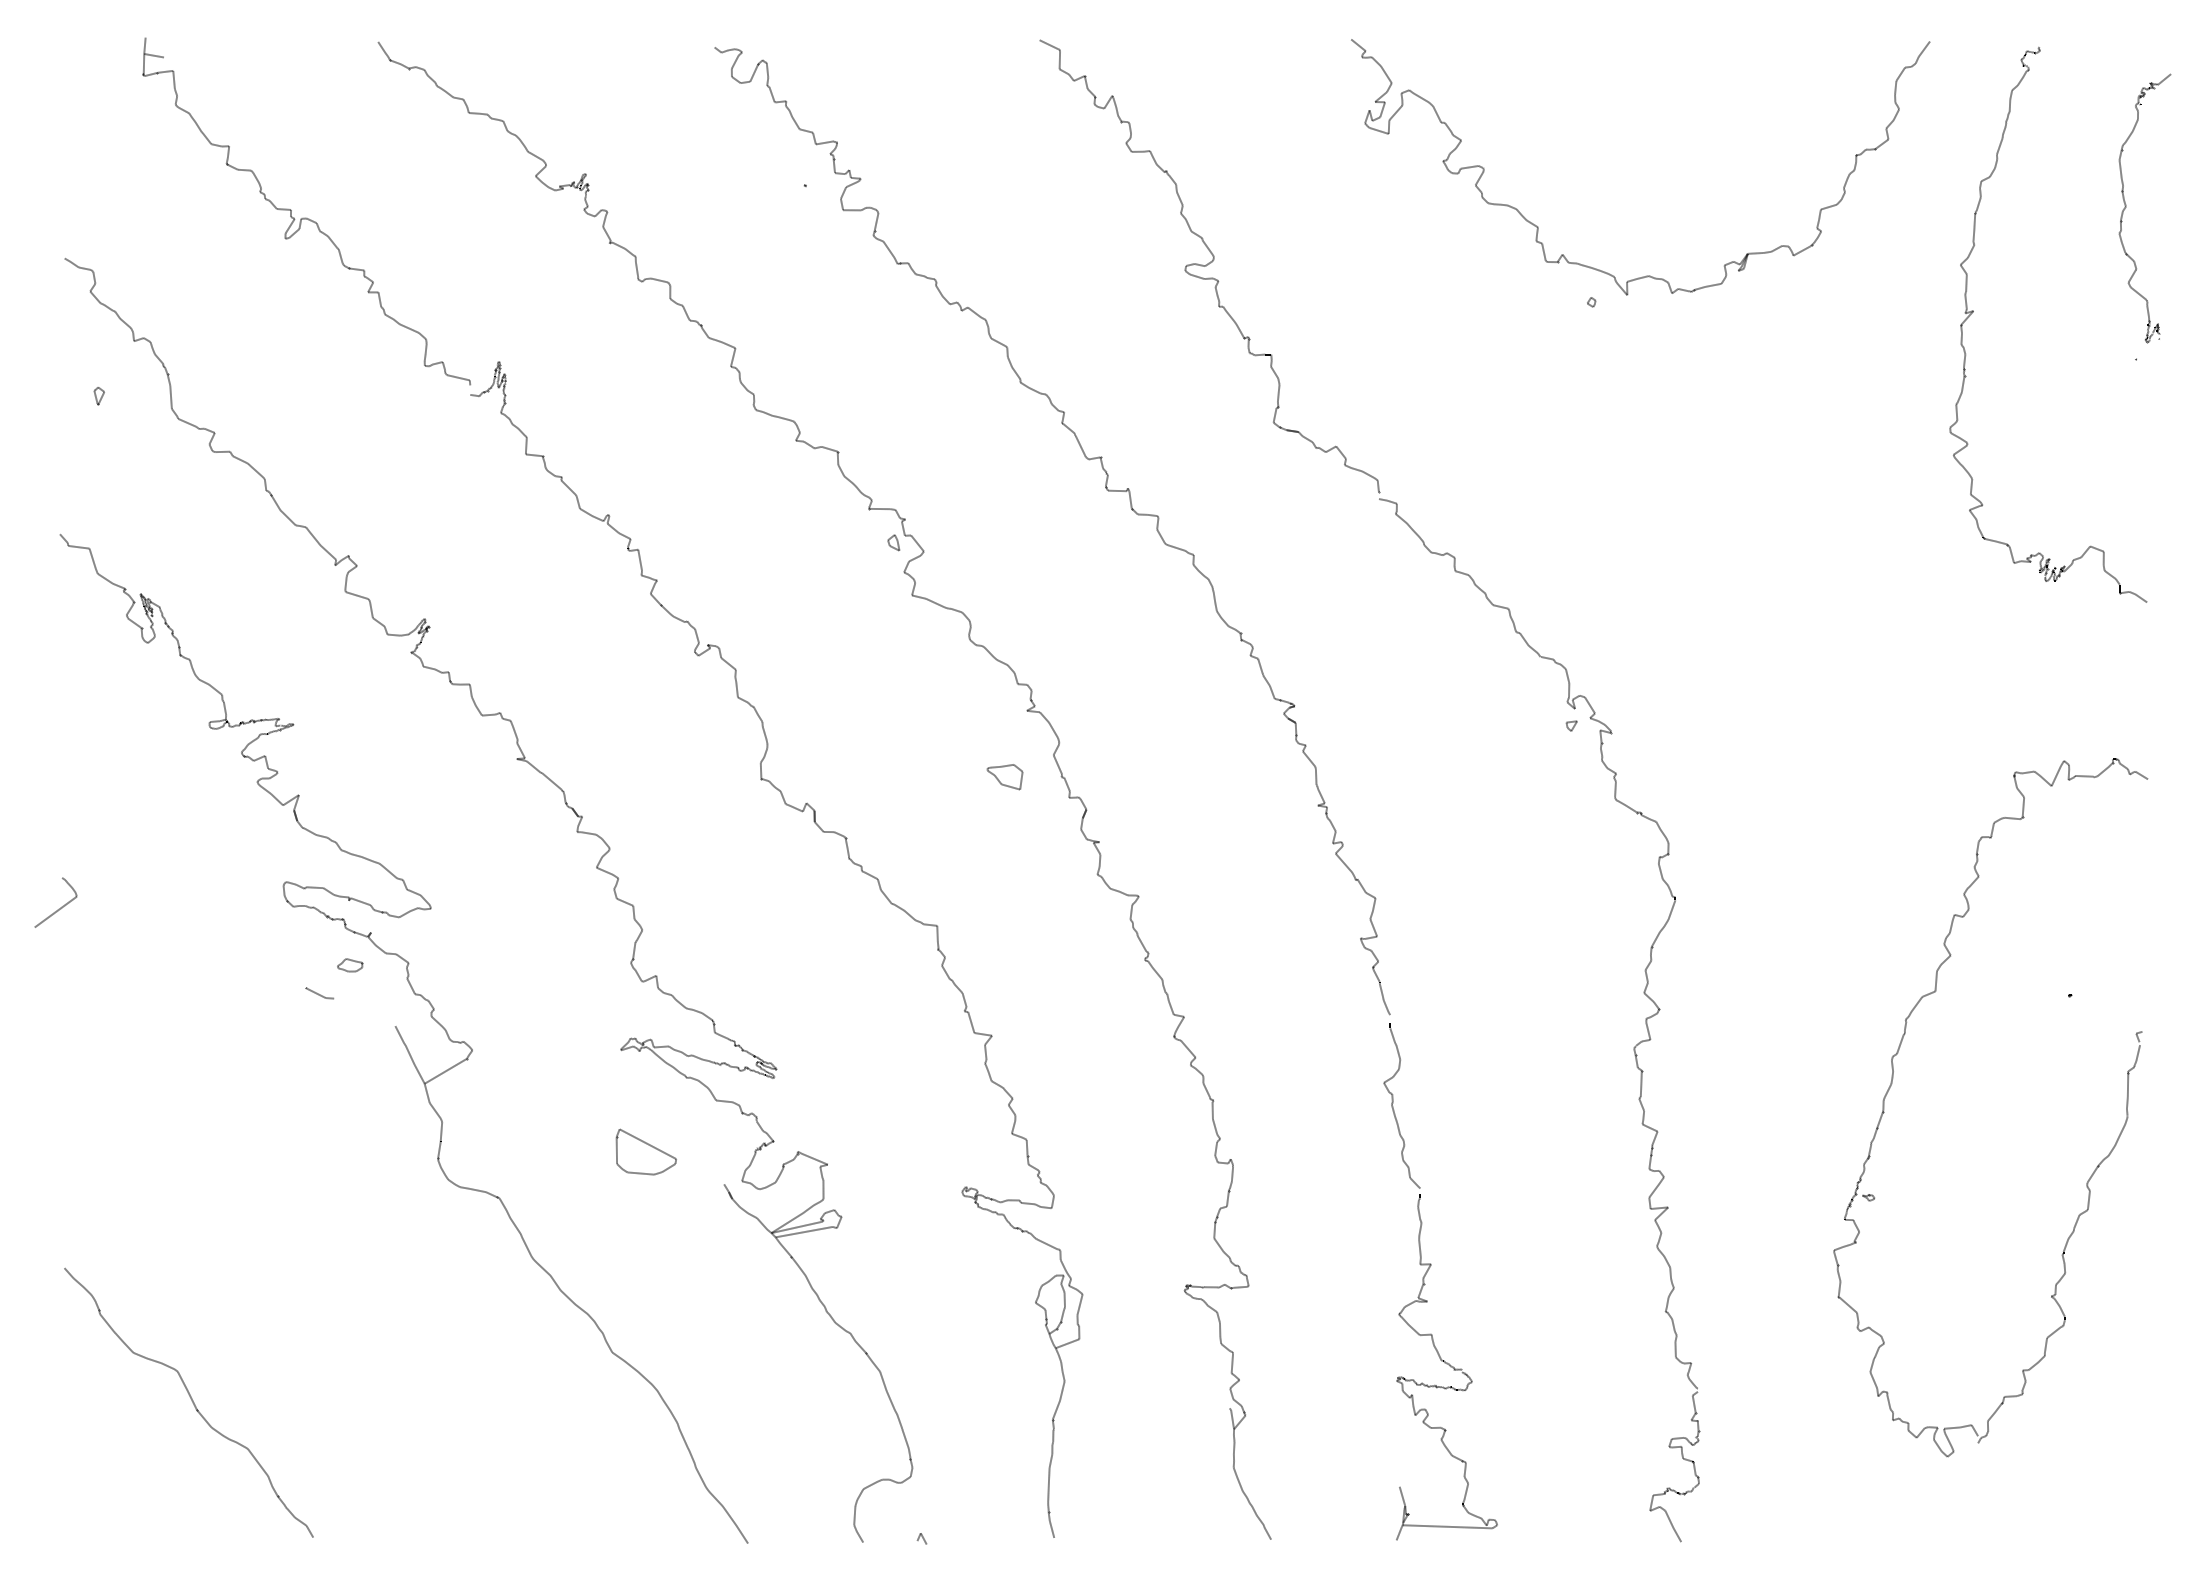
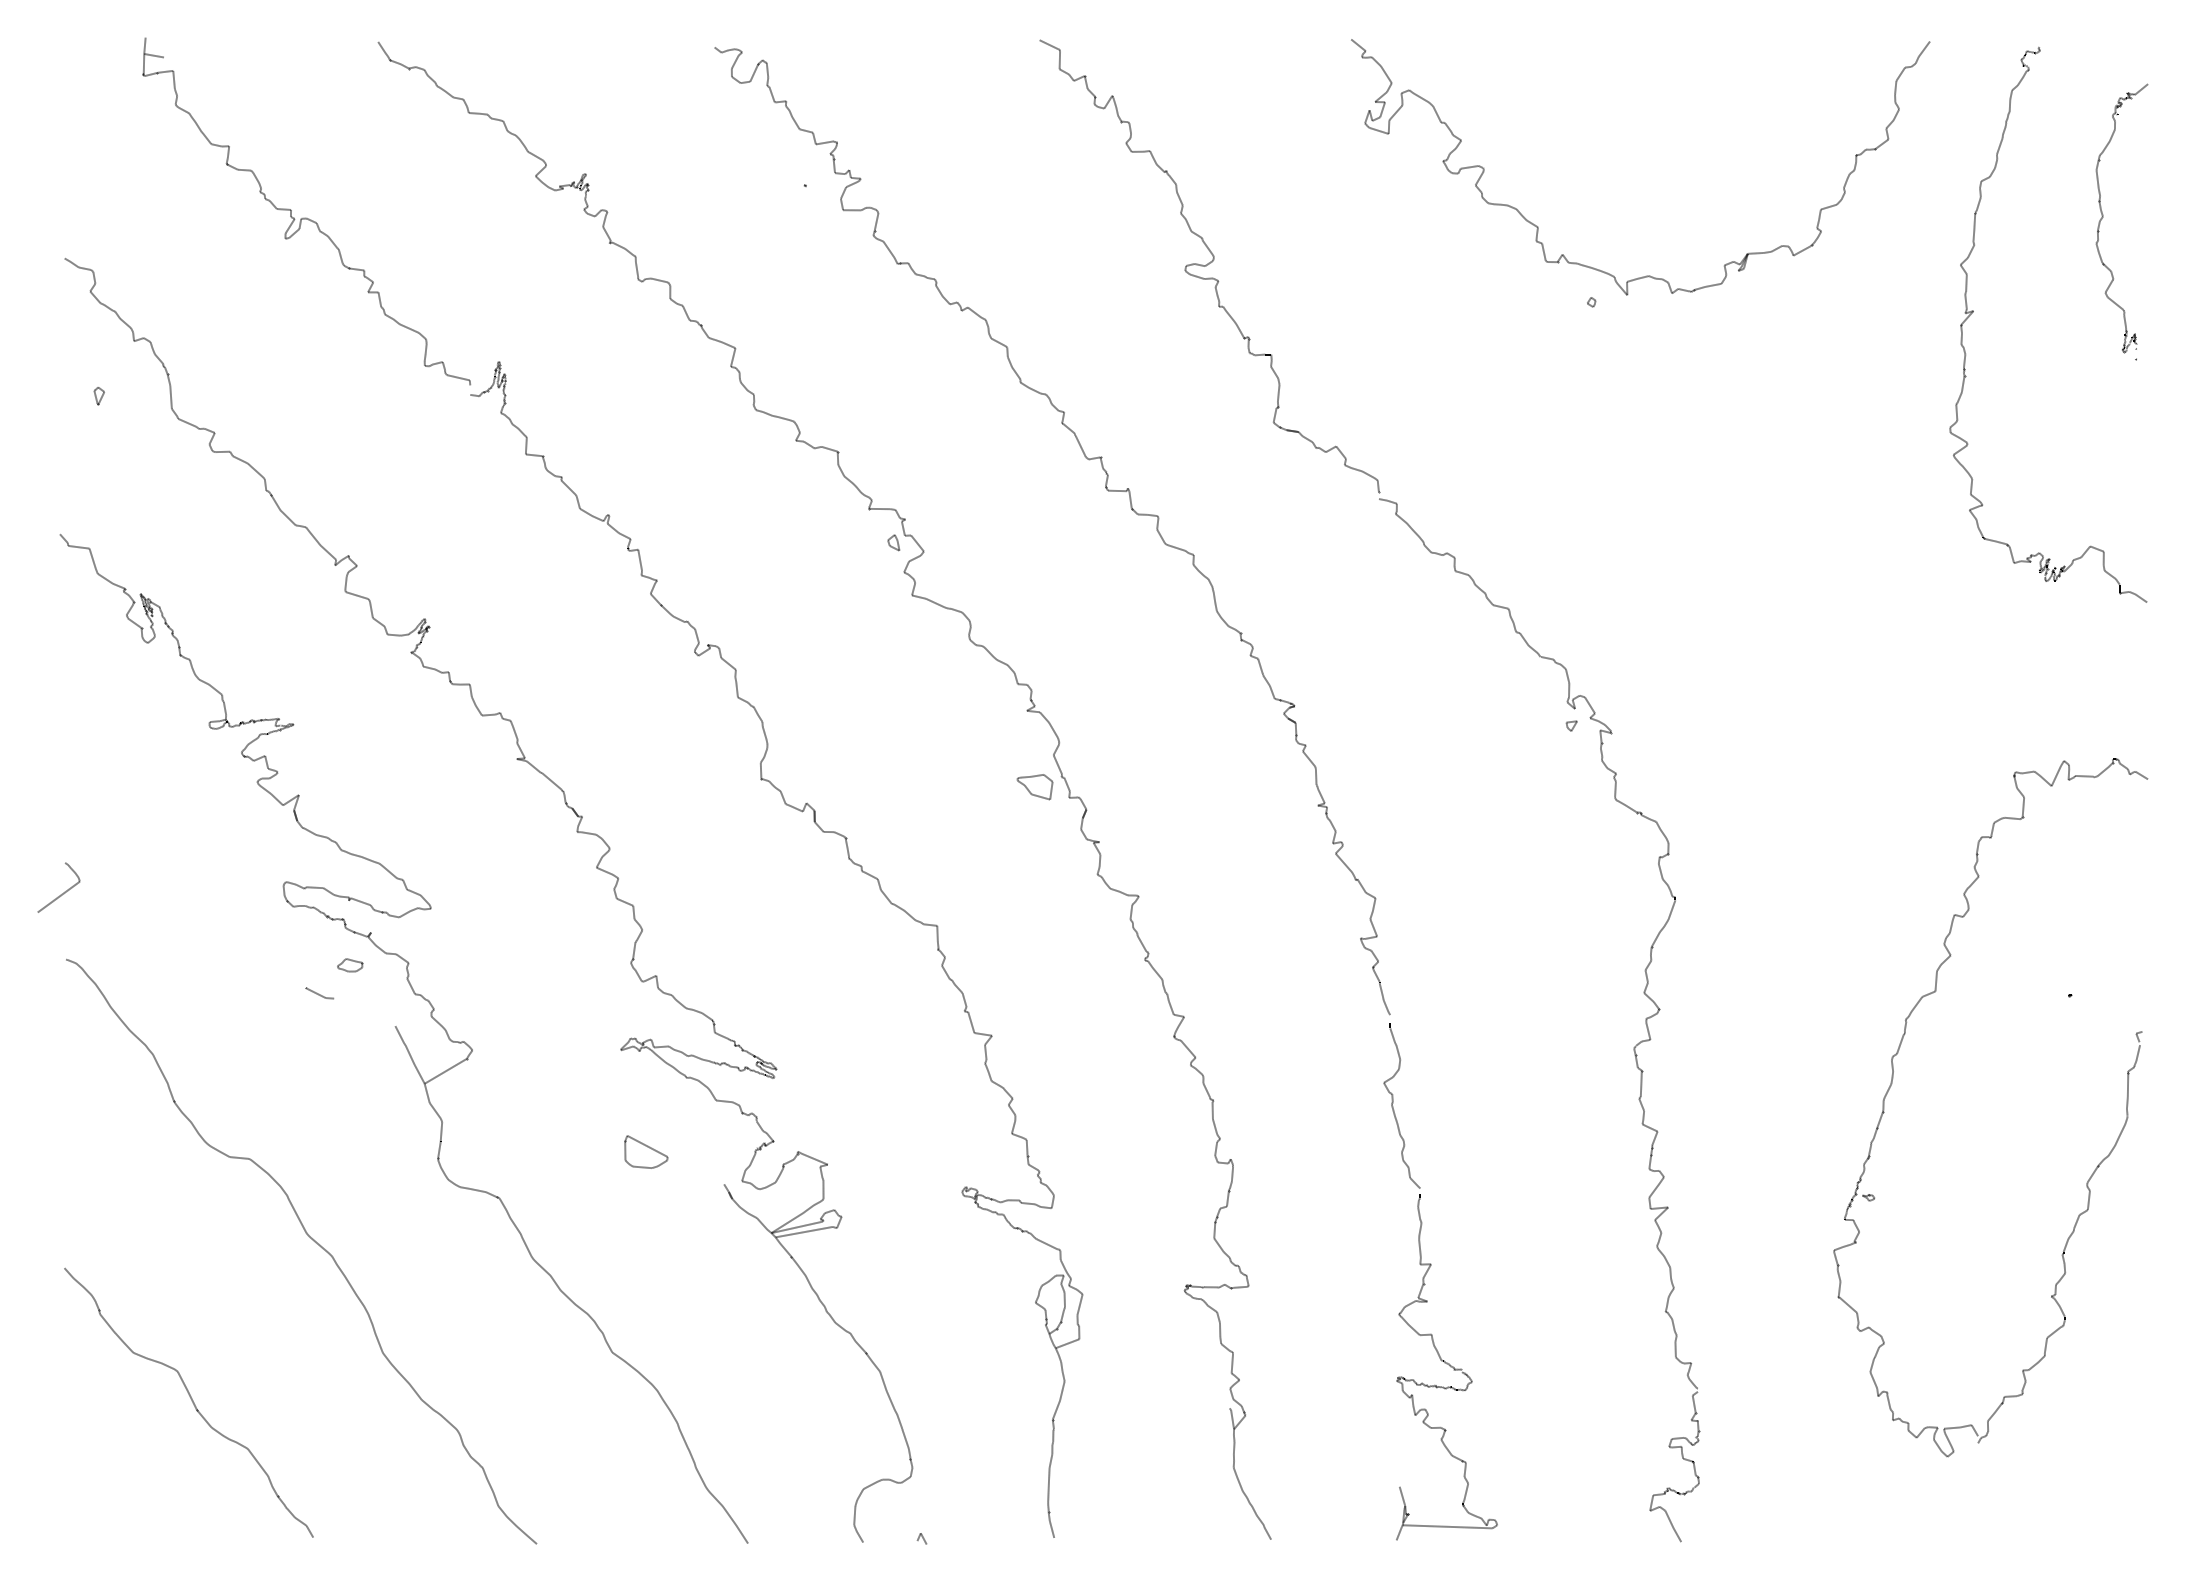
part at (2126, 207) position: (2126, 207) -> (2103, 217)
part at (1004, 777) position: (1004, 777) -> (1034, 787)
curve at (60, 907) position: (60, 907) -> (63, 892)
part at (645, 1151) size: 62x48 px -> 45x34 px
curve at (312, 1240): none -> present
